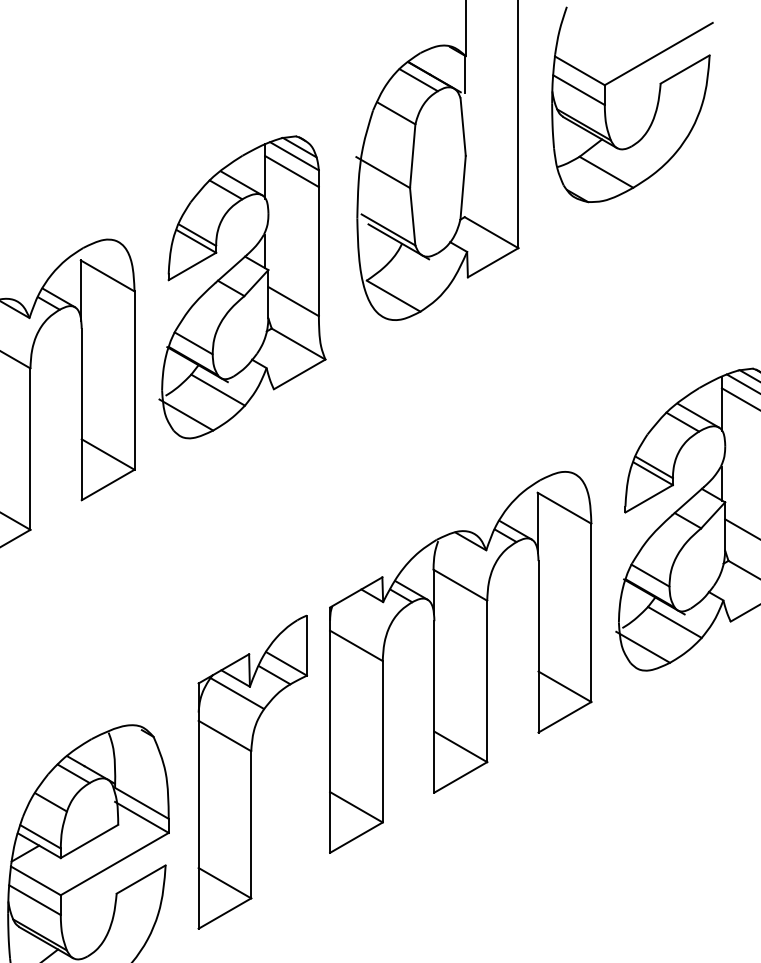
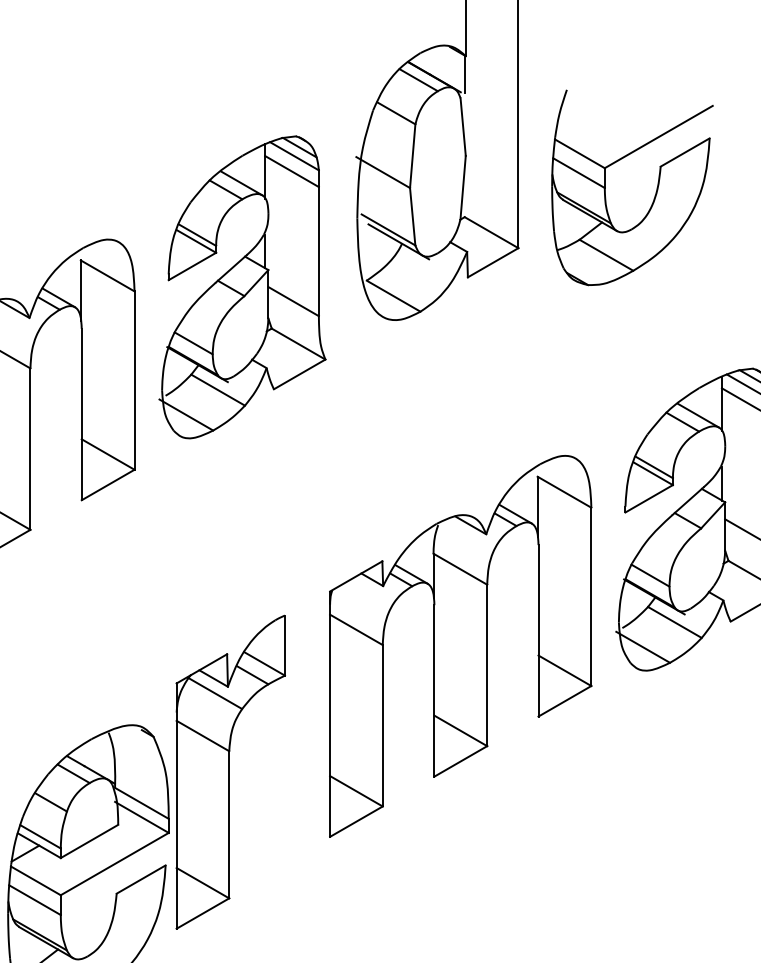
part at (654, 112) position: (654, 112) -> (654, 195)
part at (460, 662) position: (460, 662) -> (460, 646)
part at (252, 771) position: (252, 771) -> (230, 771)
